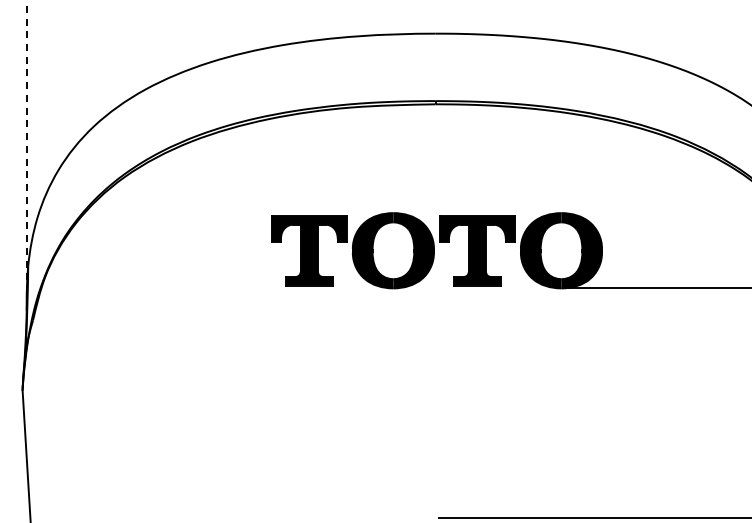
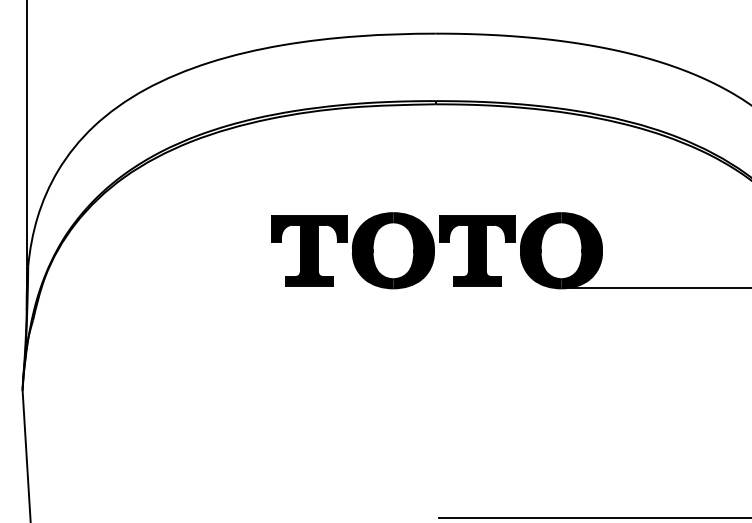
line at (26, 147): dashed -> solid
